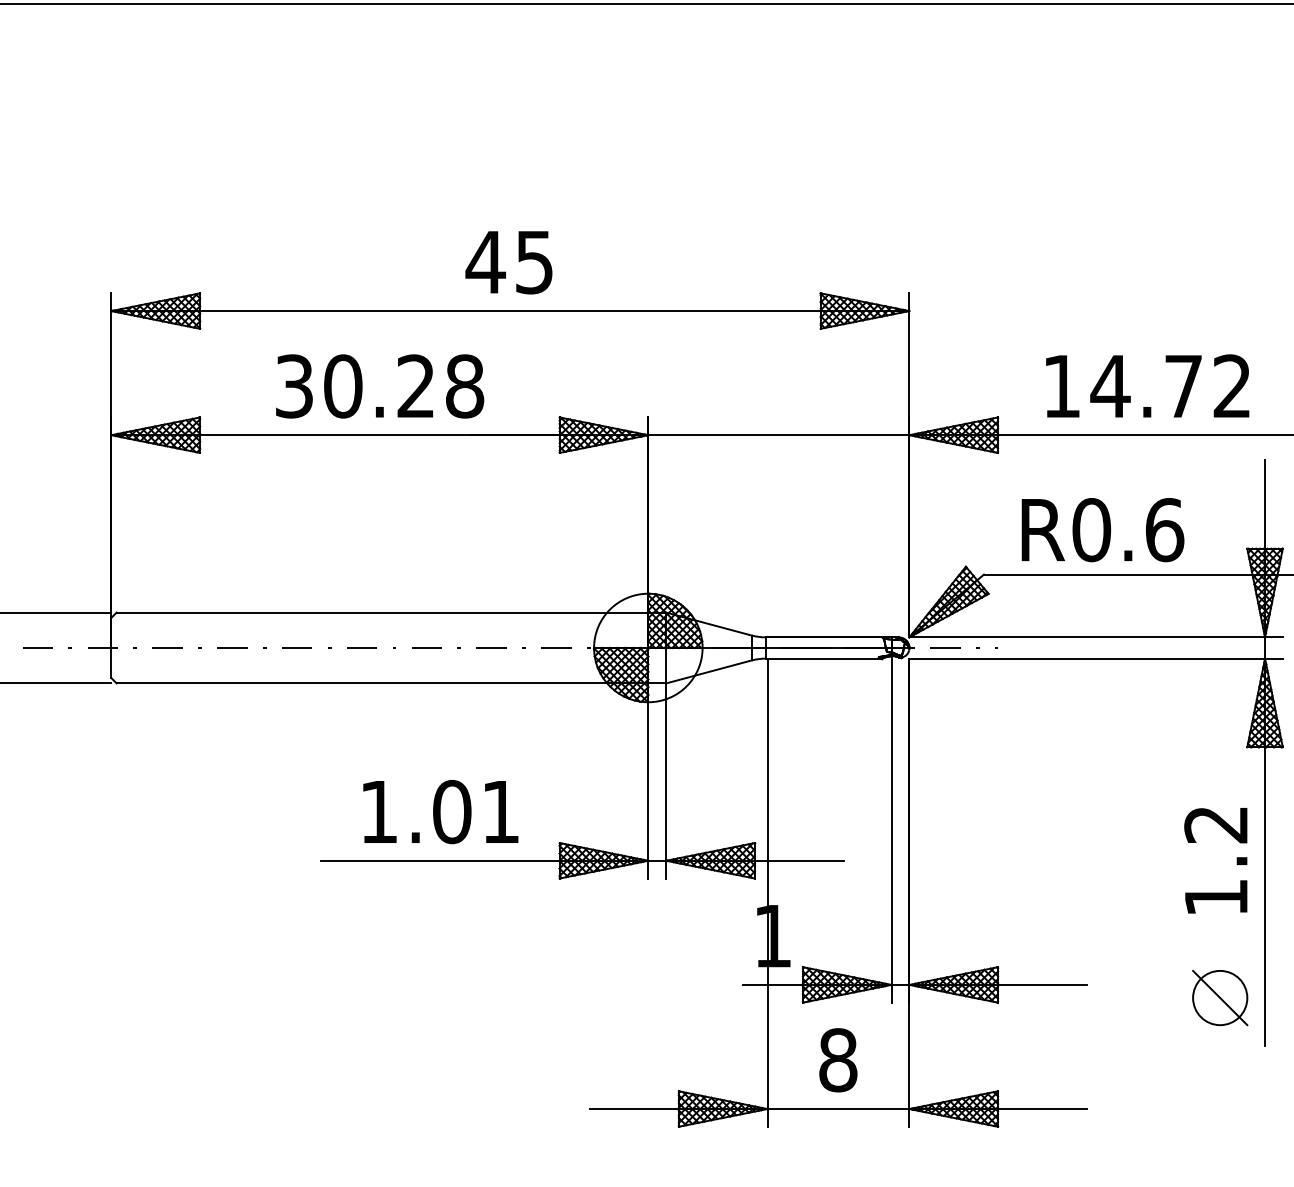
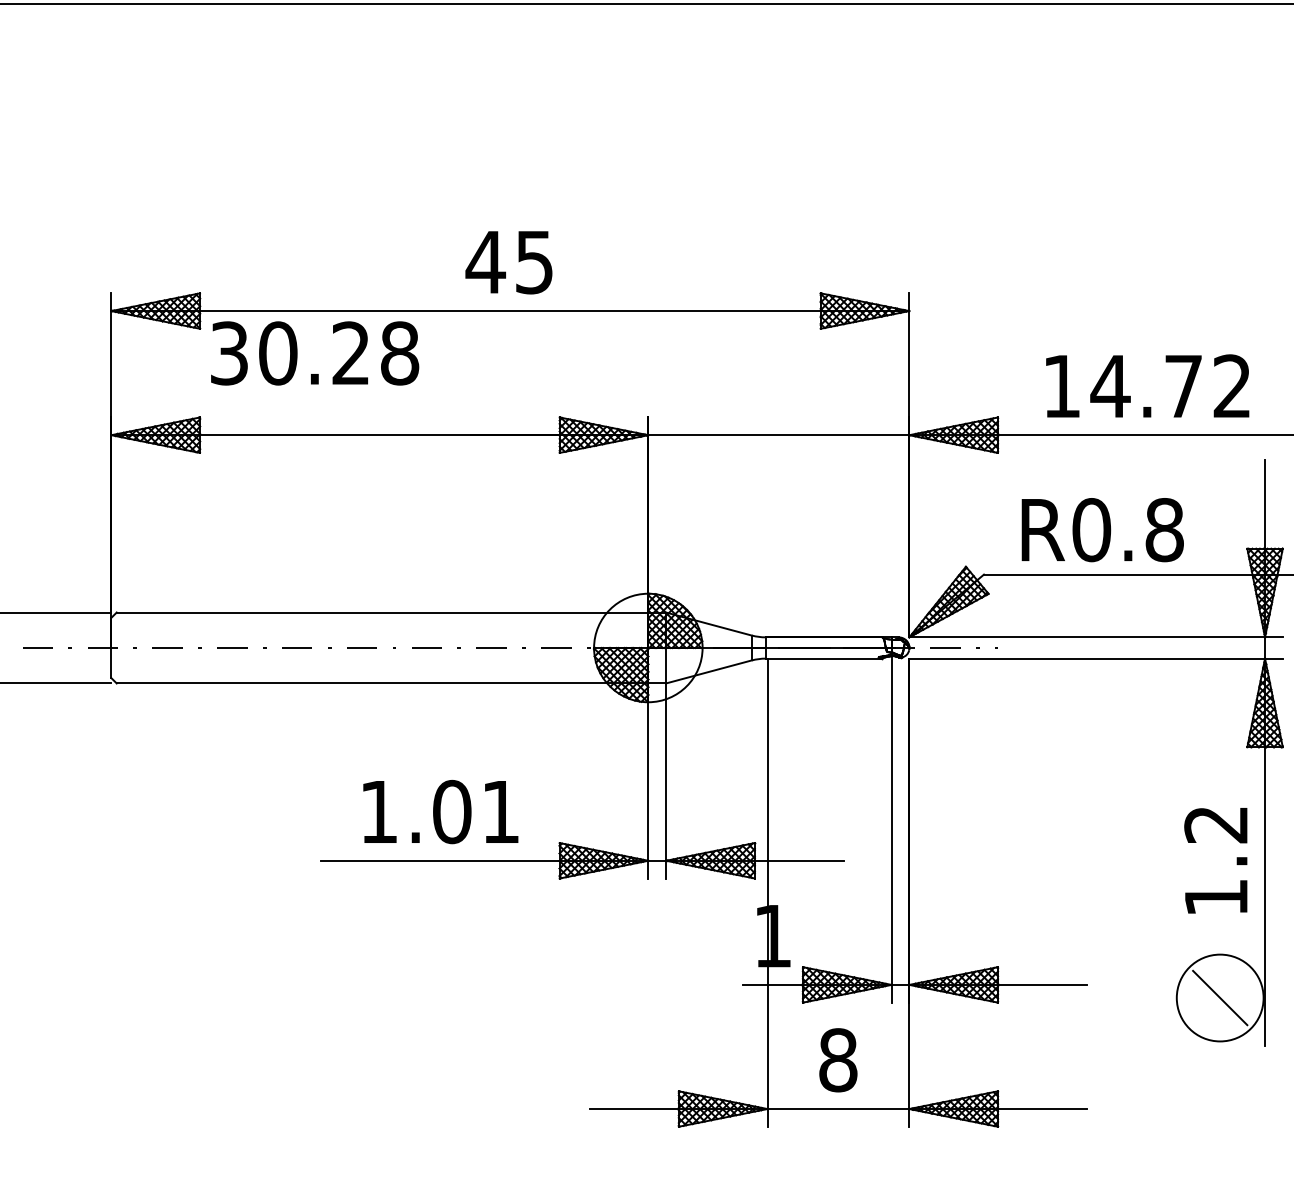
text at (380, 386) position: (380, 386) -> (315, 353)
text at (1164, 530): R0.6 -> R0.8
circle at (1220, 997) diameter: 54 px -> 87 px
